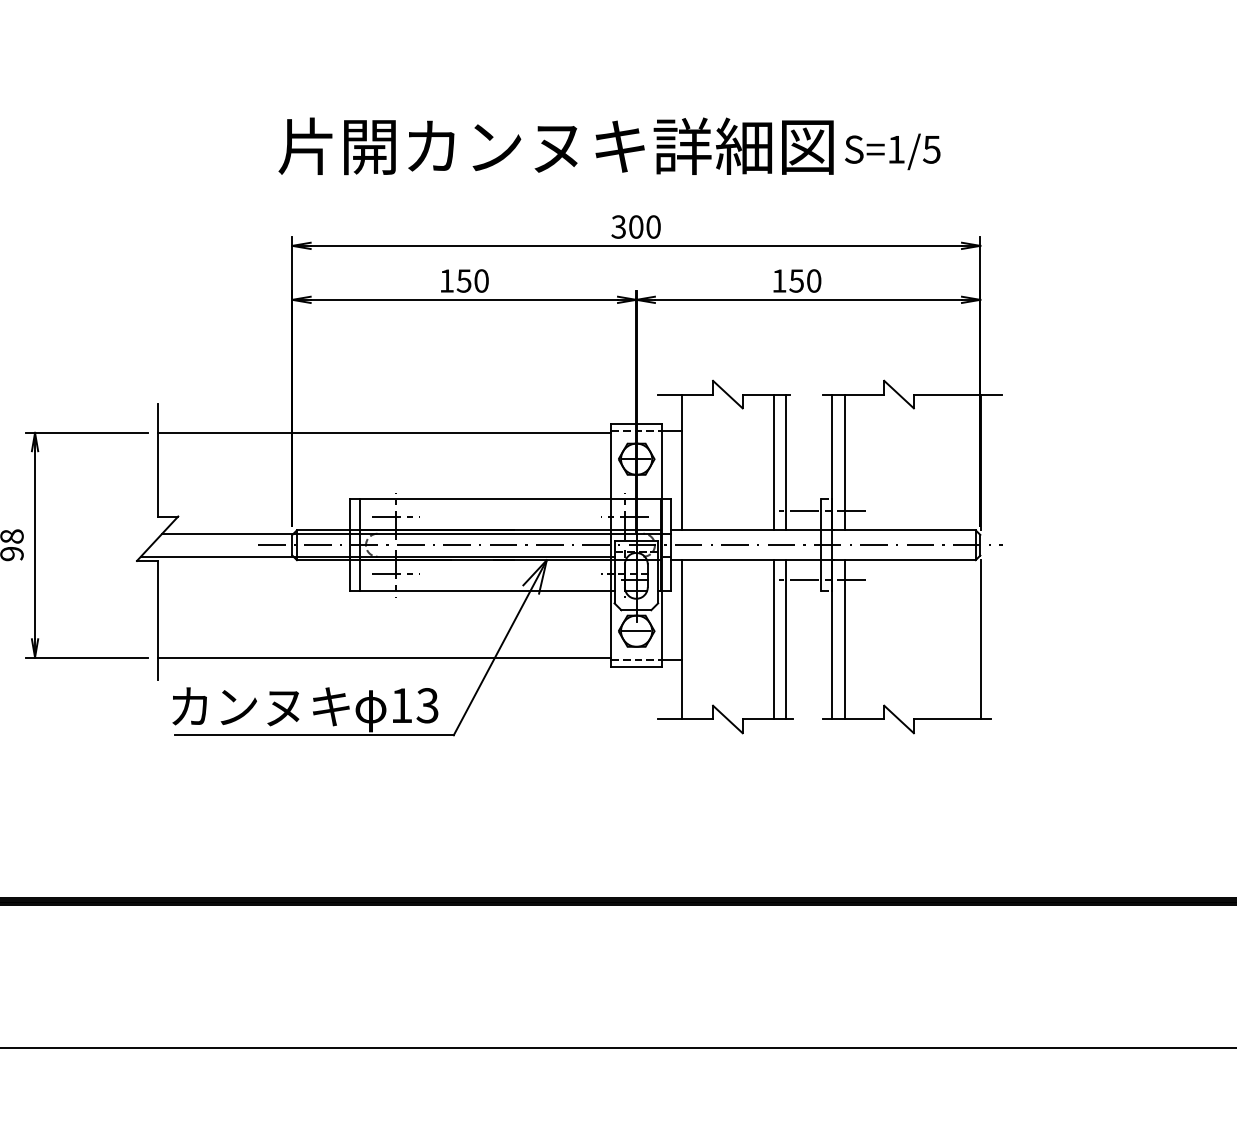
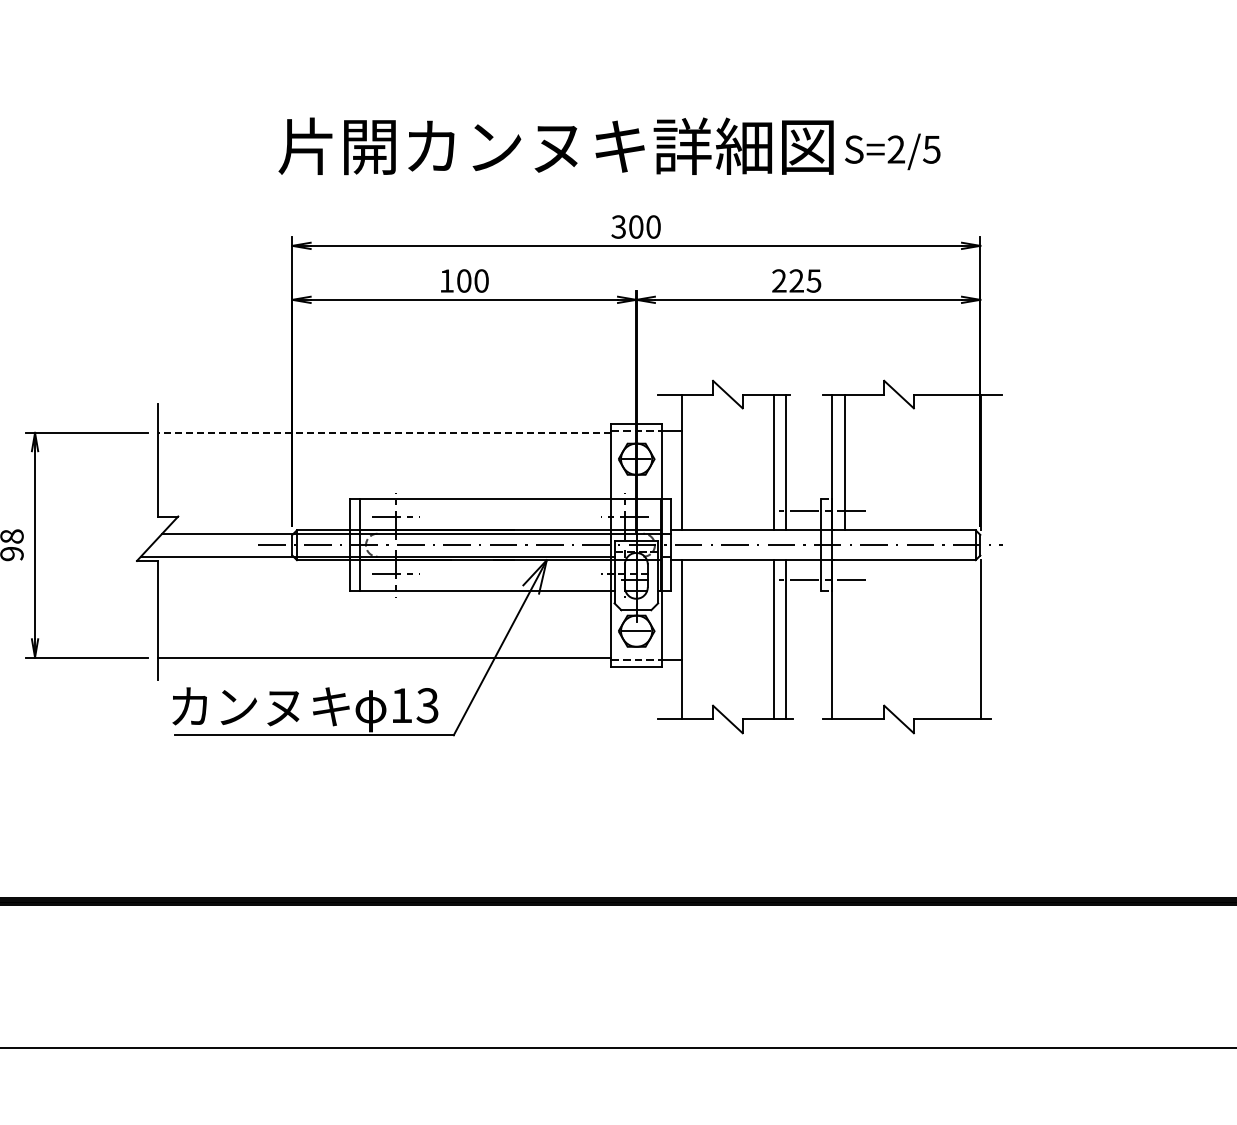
text at (895, 149): S=1/5 -> S=2/5
text at (463, 280): 150 -> 100
text at (796, 280): 150 -> 225
line at (384, 432): solid -> dashed
line at (845, 639): present -> none
